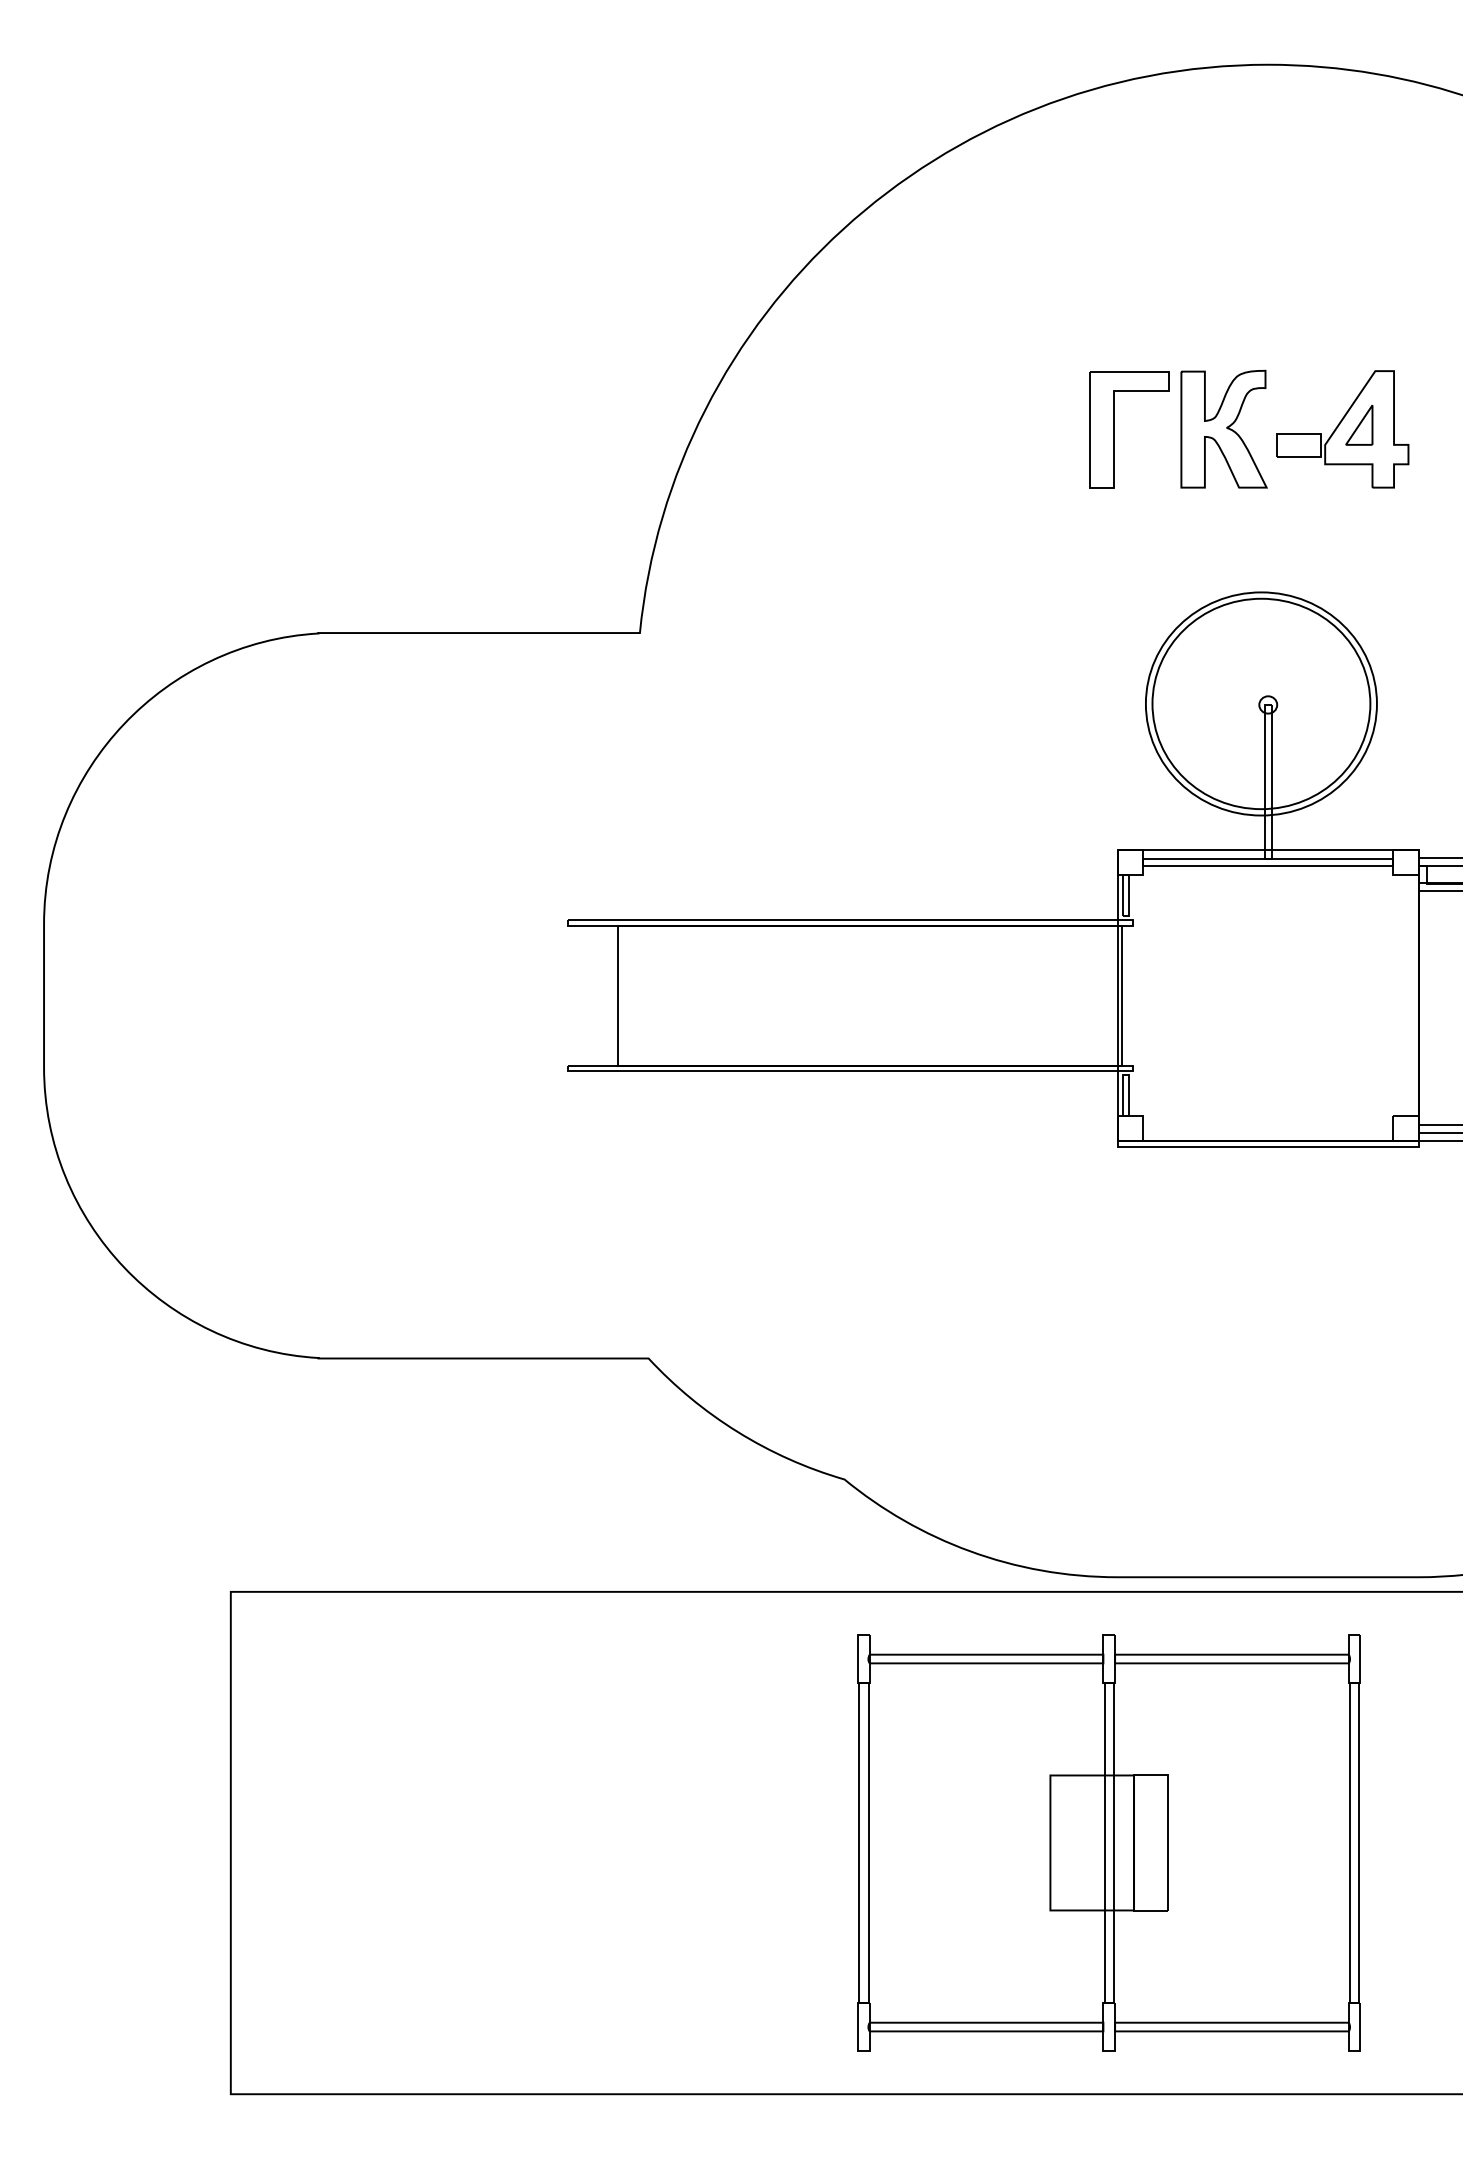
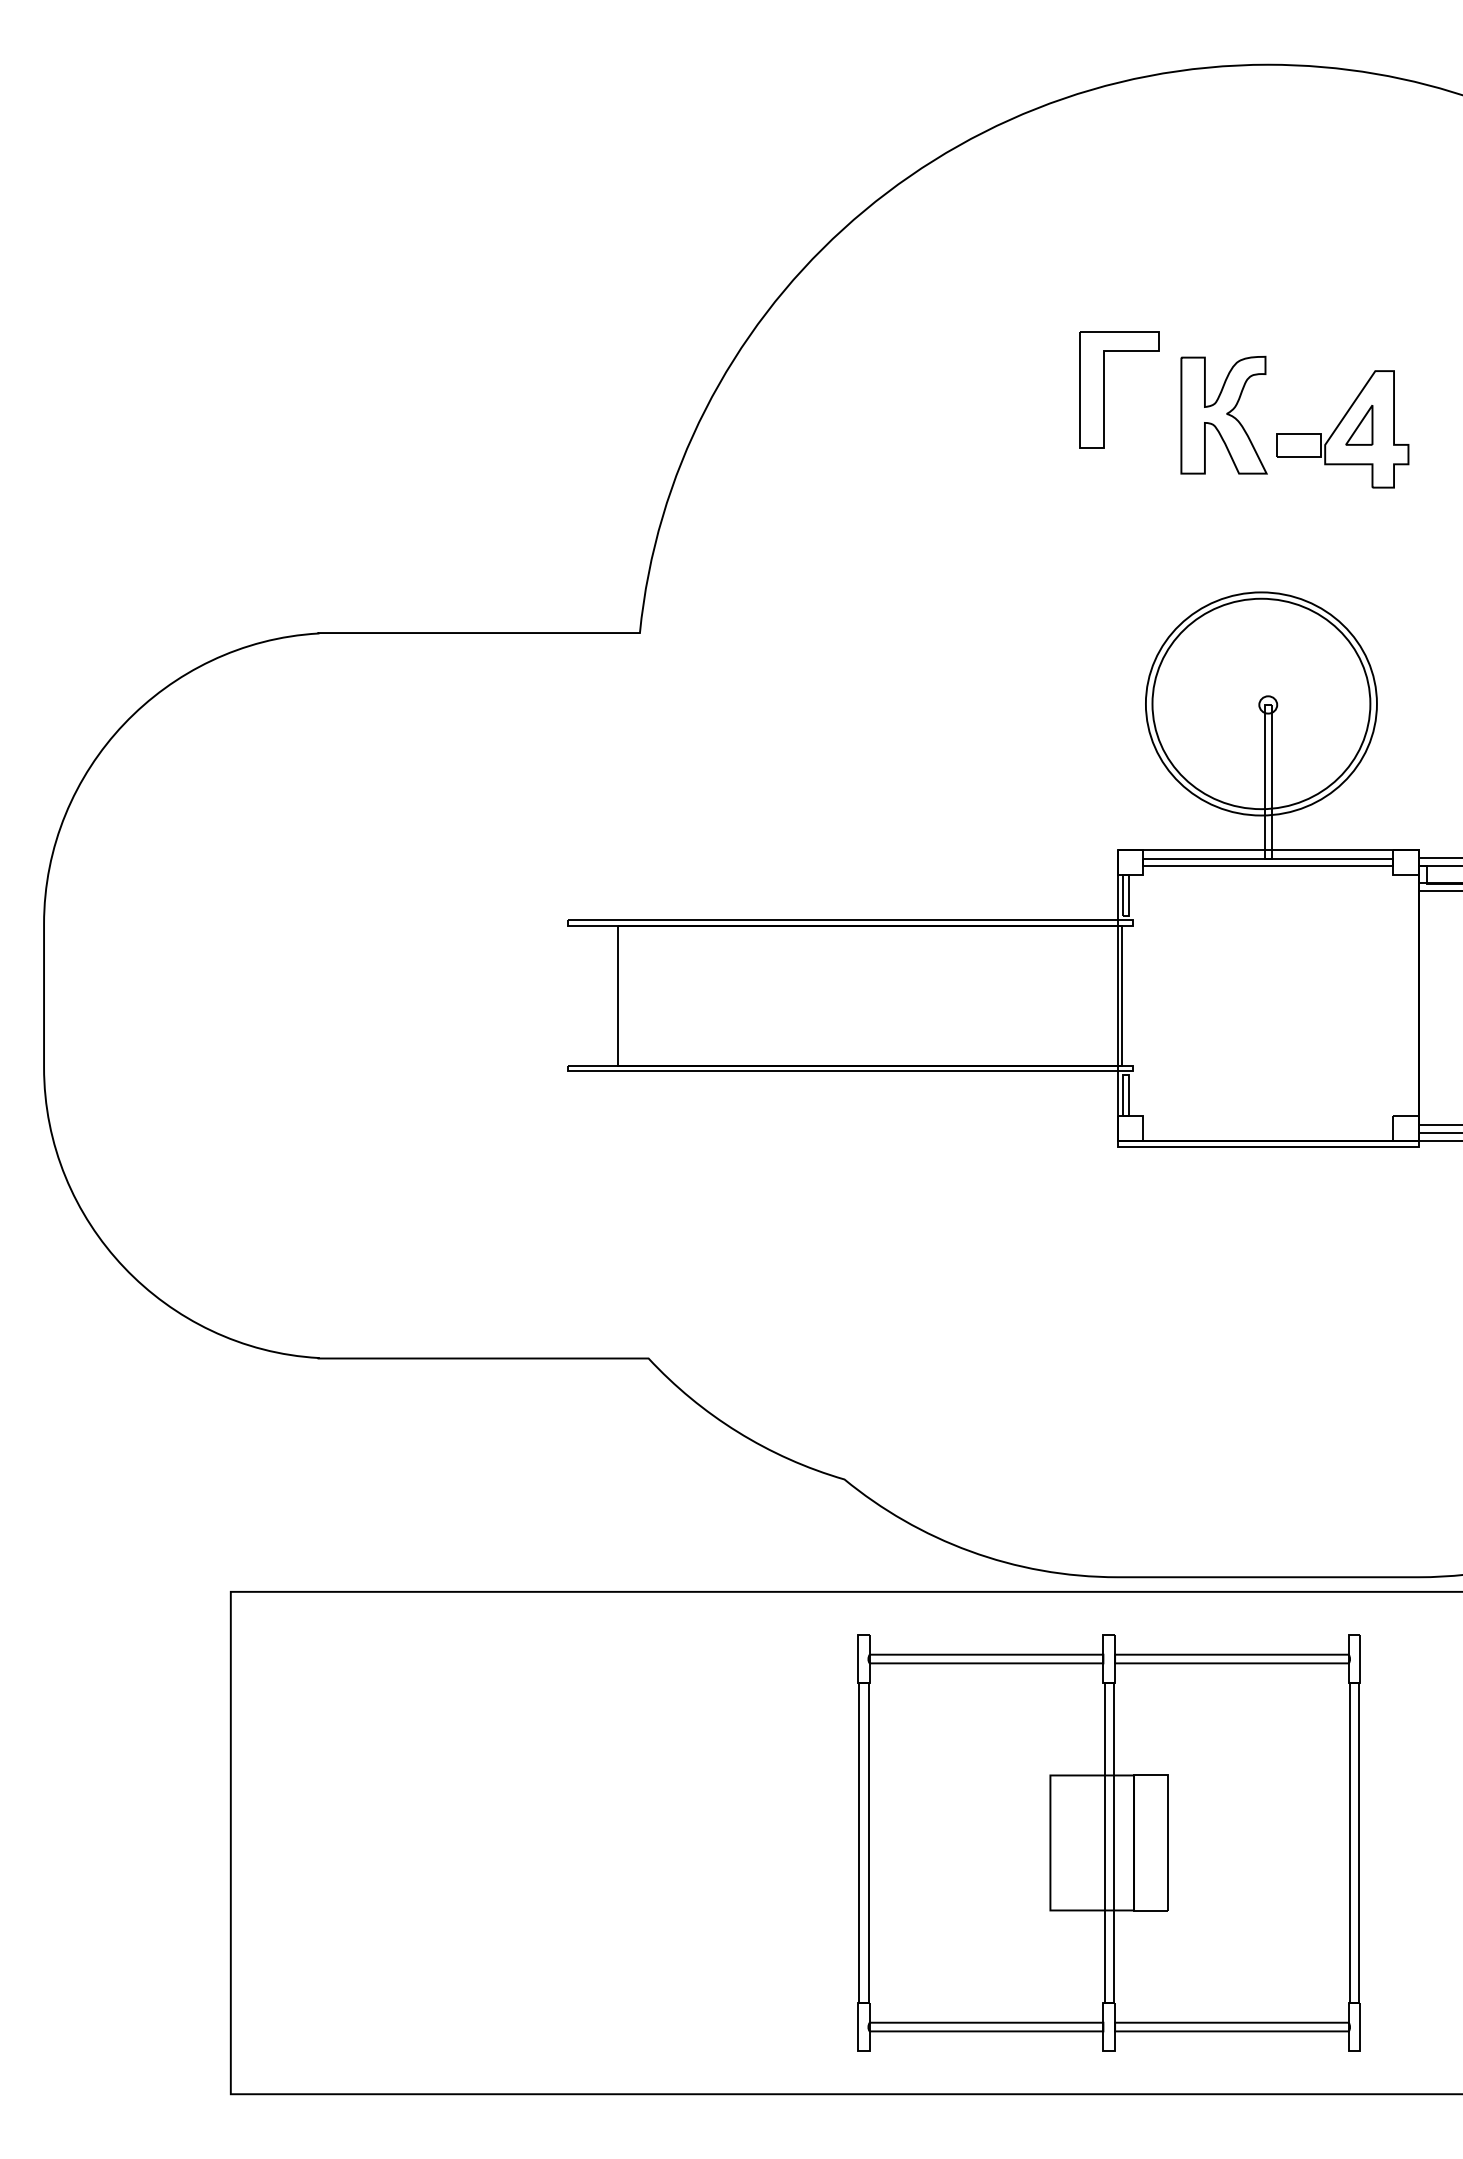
part at (1223, 428) position: (1223, 428) -> (1223, 414)
part at (1114, 429) position: (1114, 429) -> (1104, 389)
